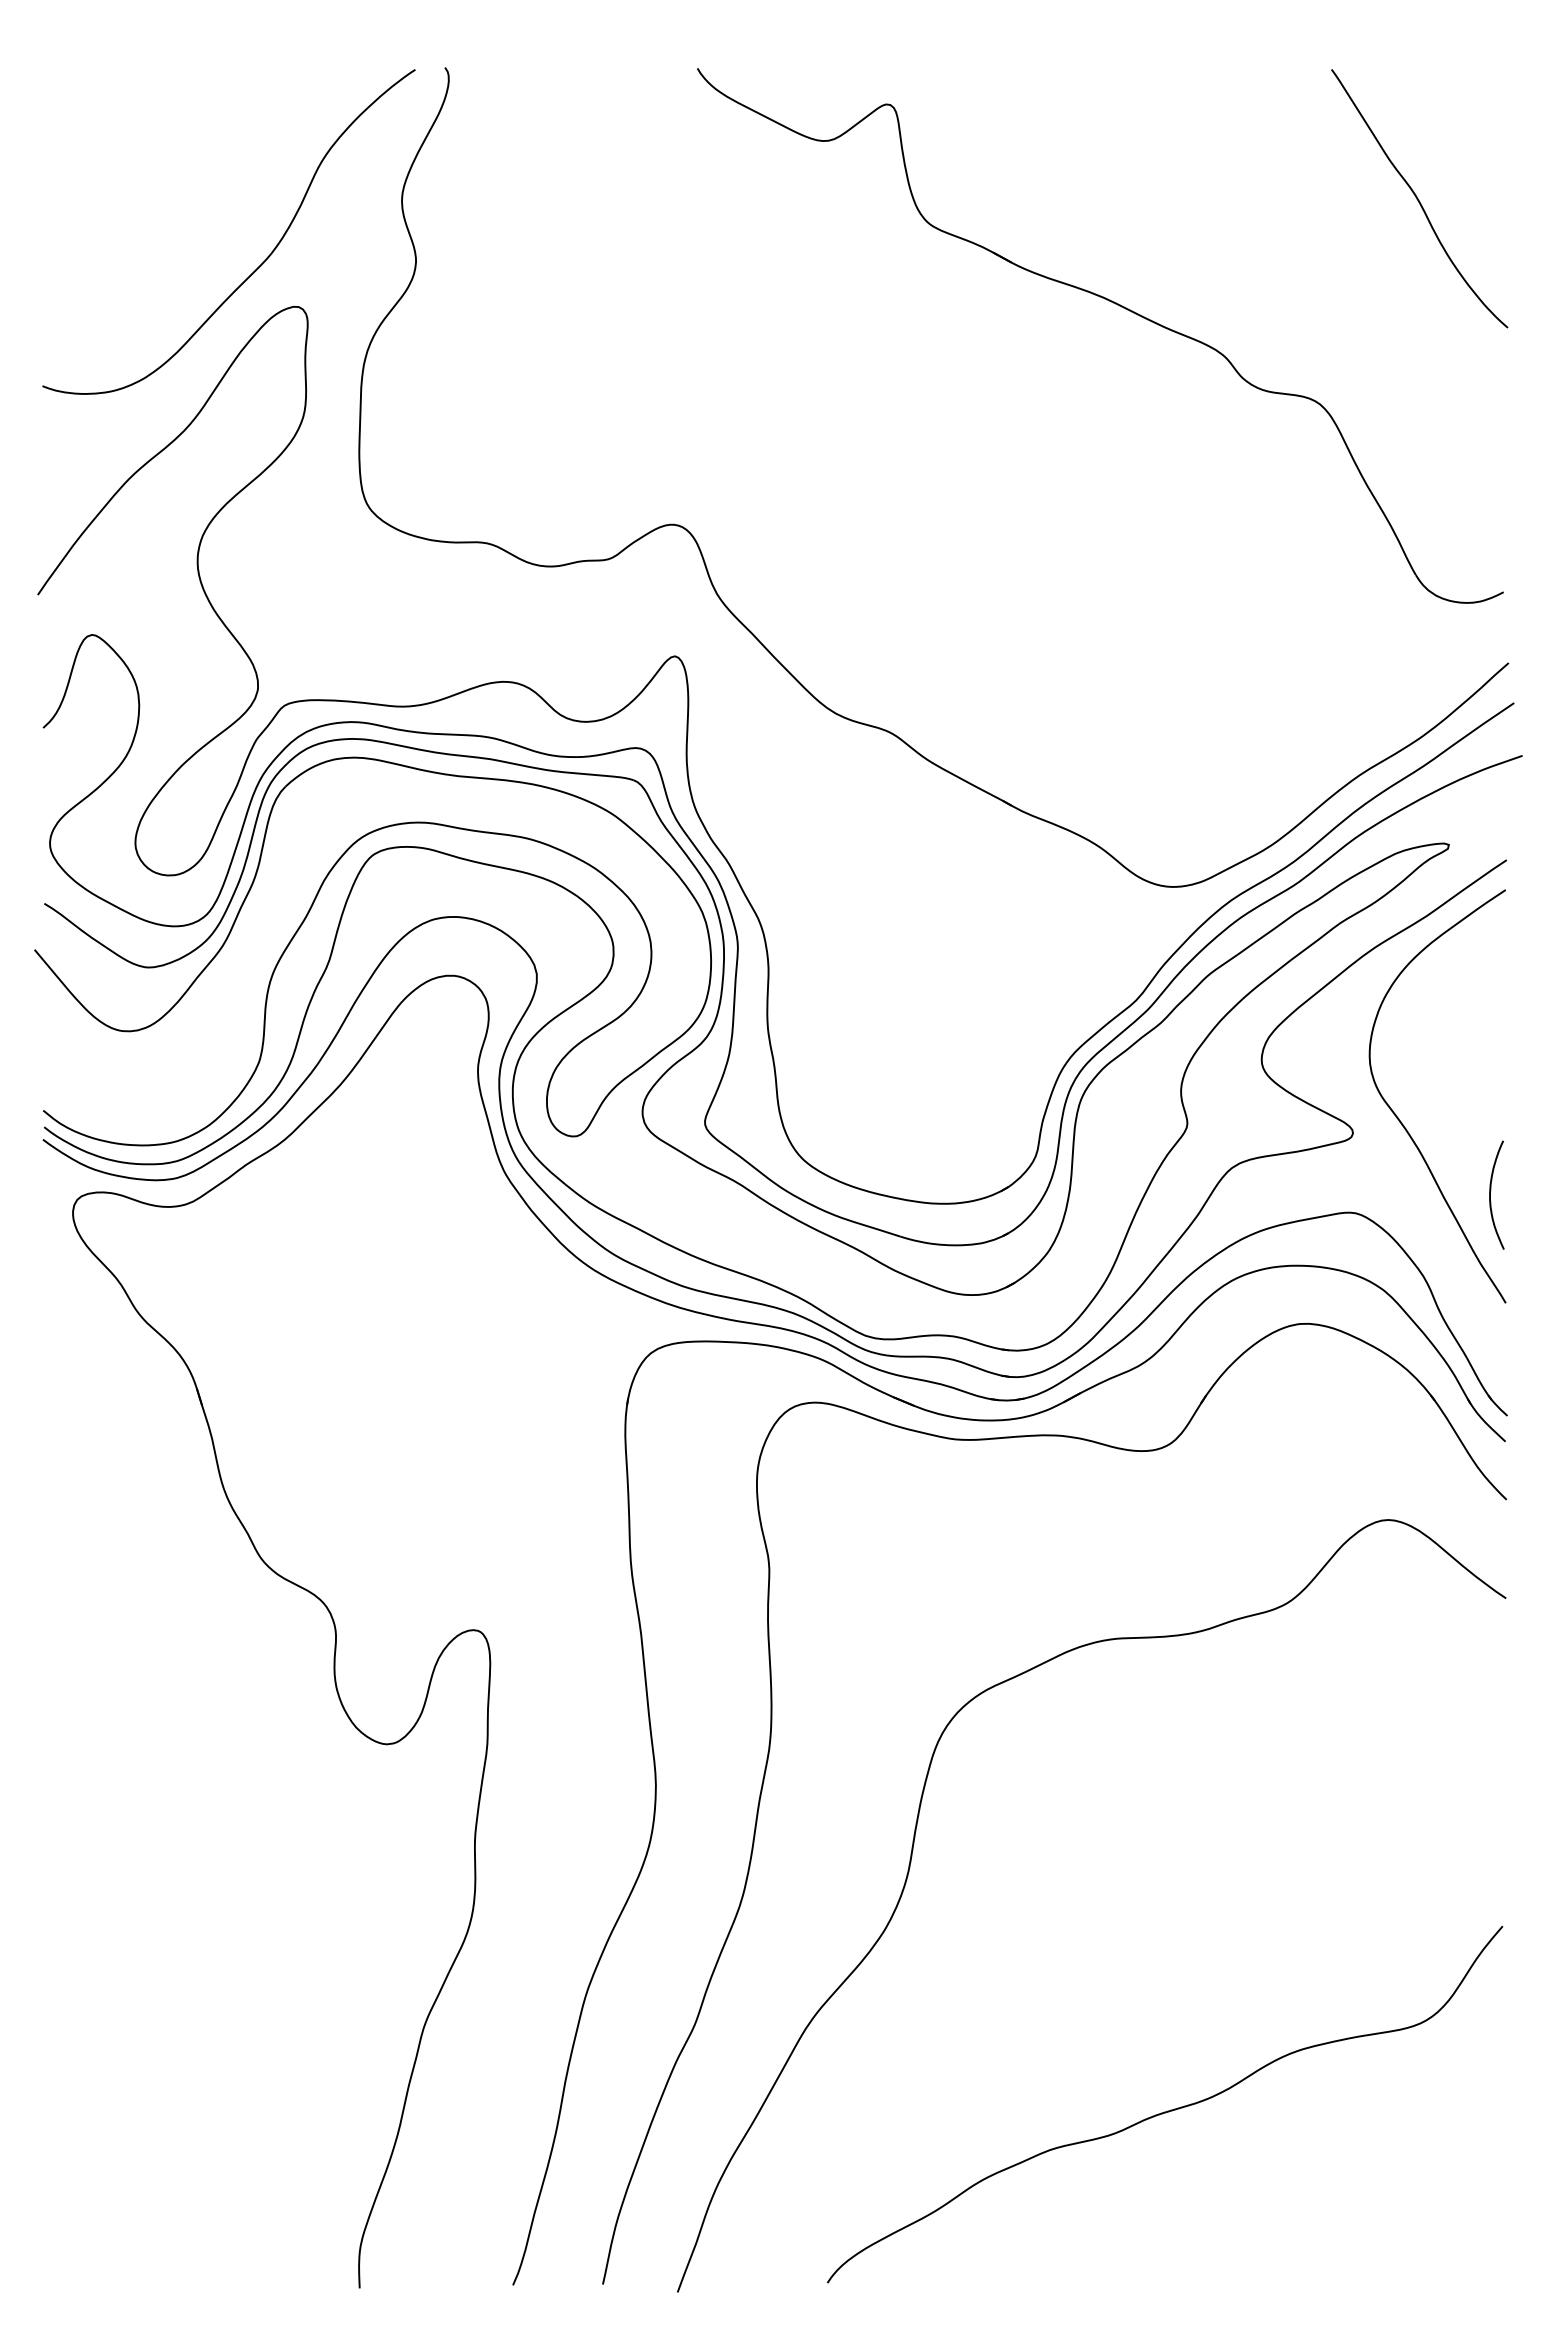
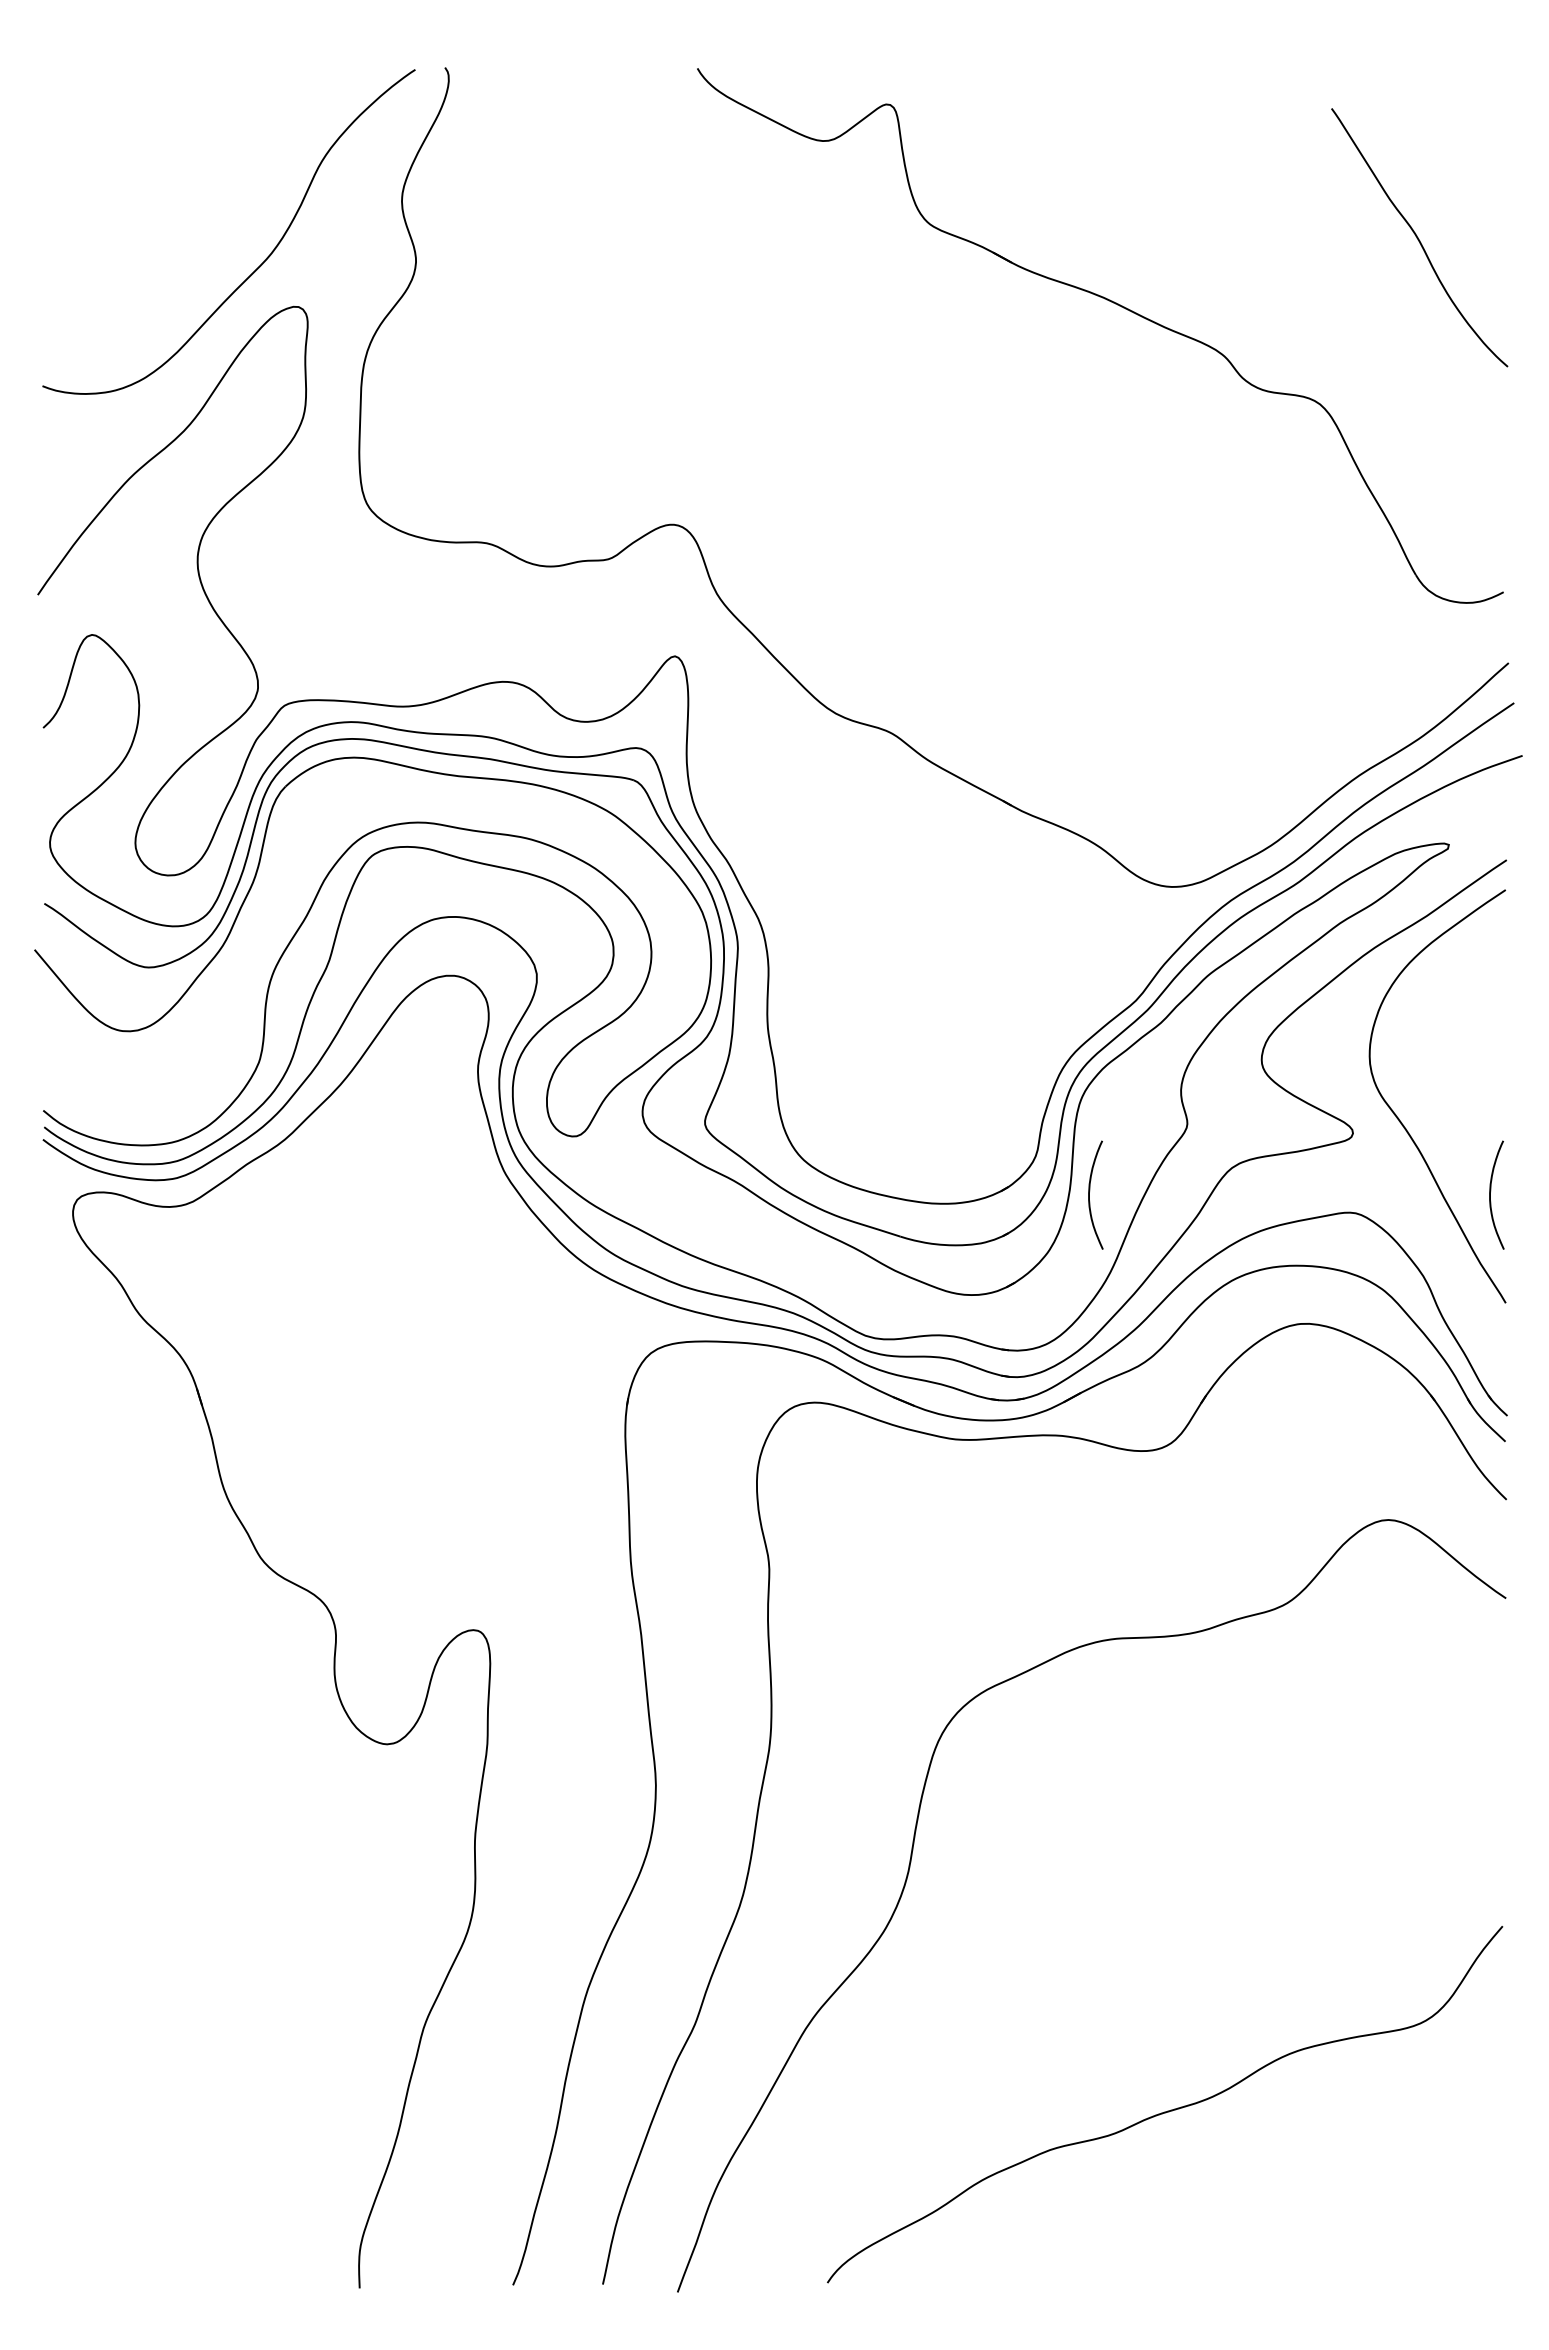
curve at (1418, 198) position: (1418, 198) -> (1418, 237)
curve at (1090, 1191): none -> present
